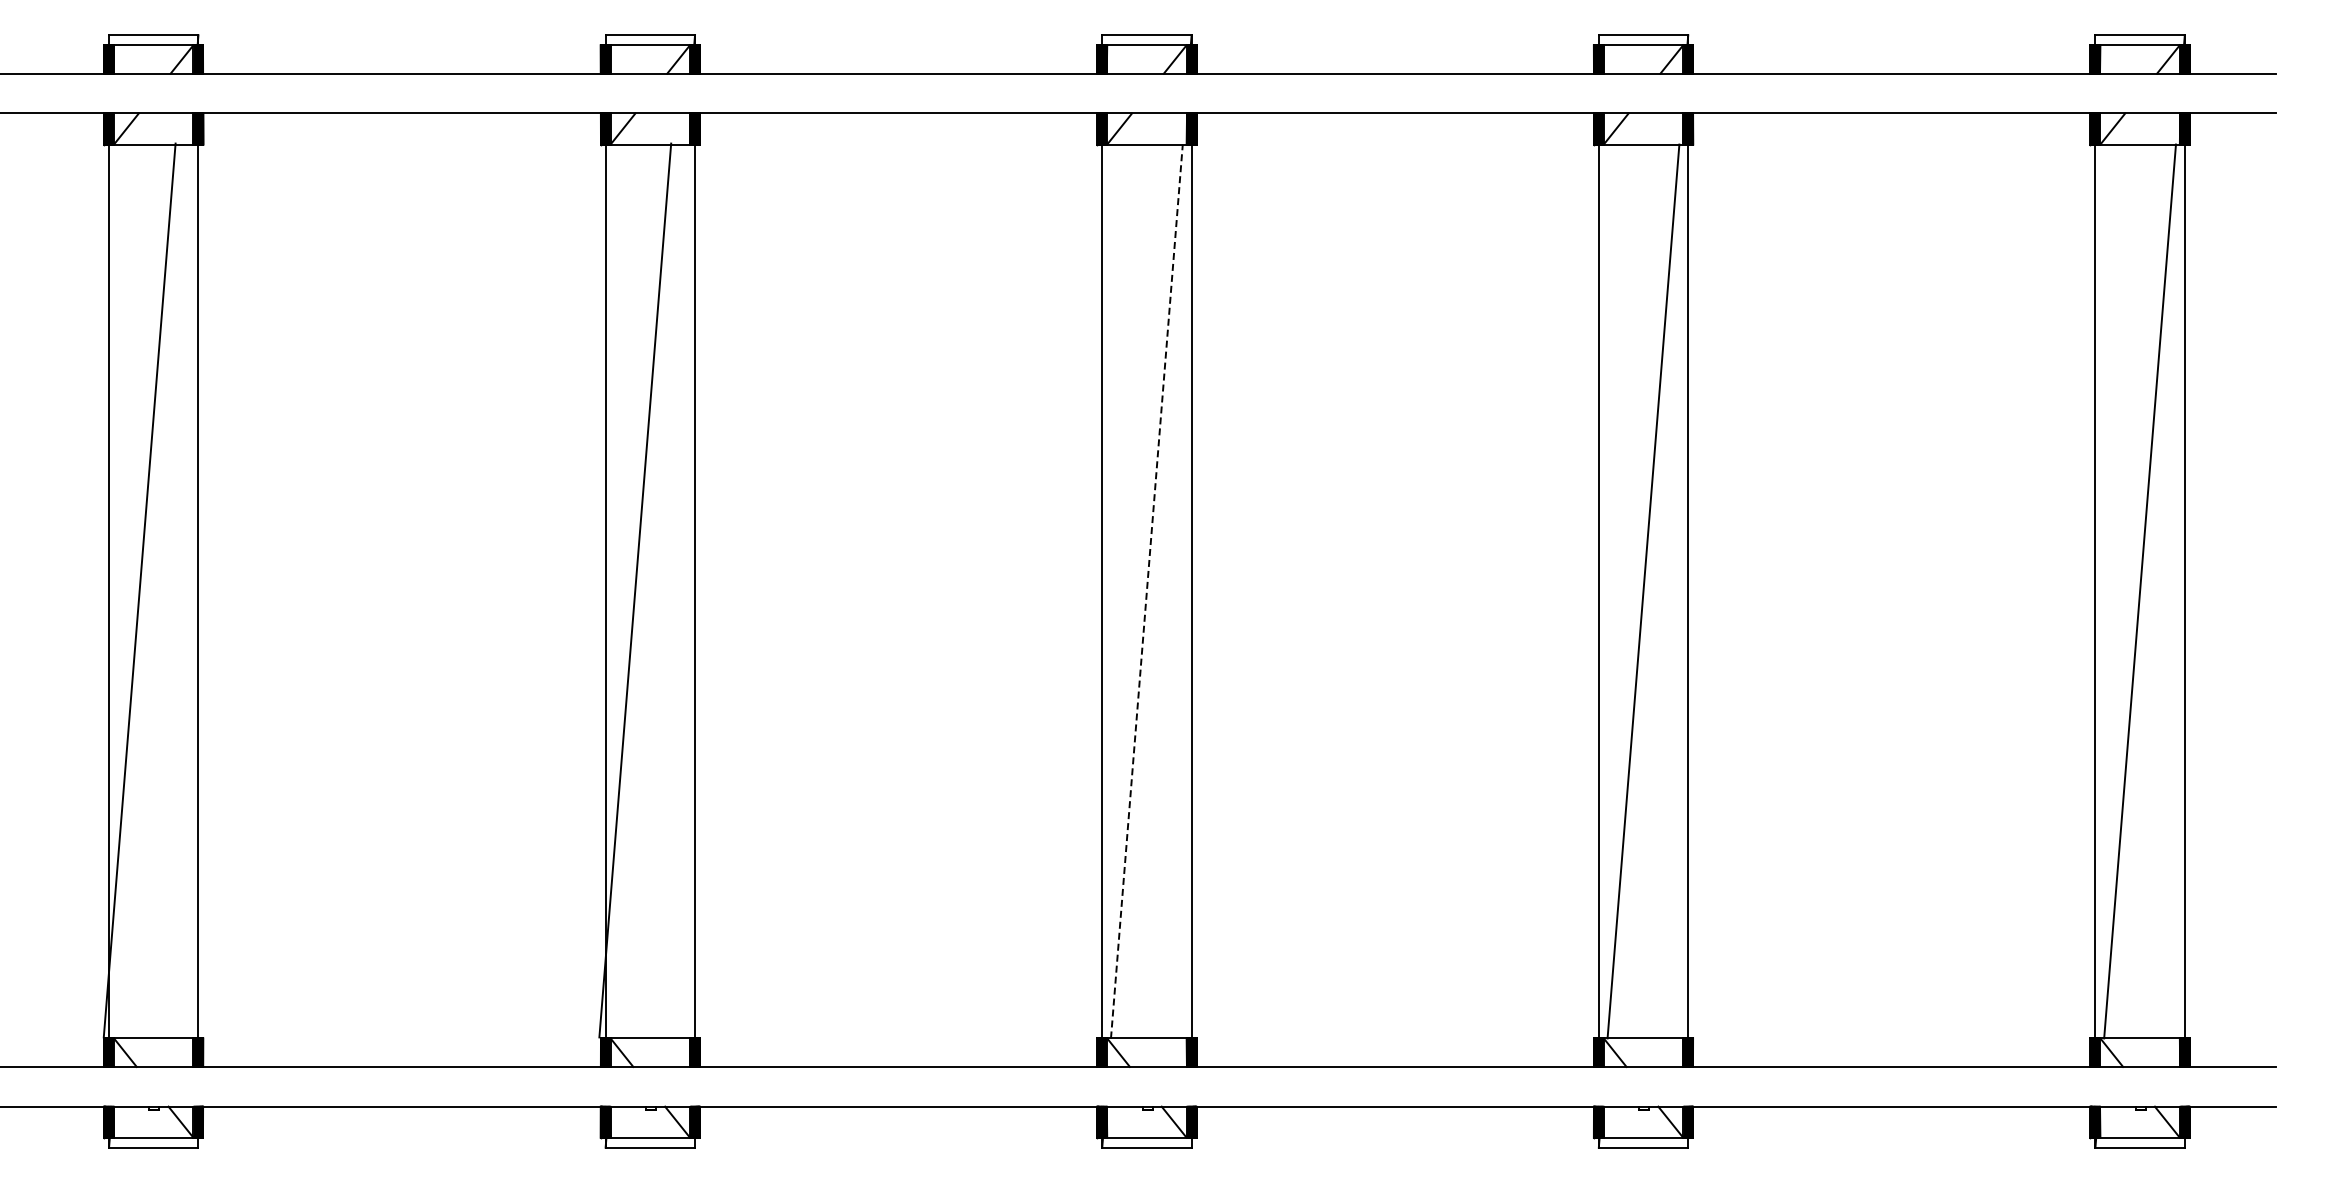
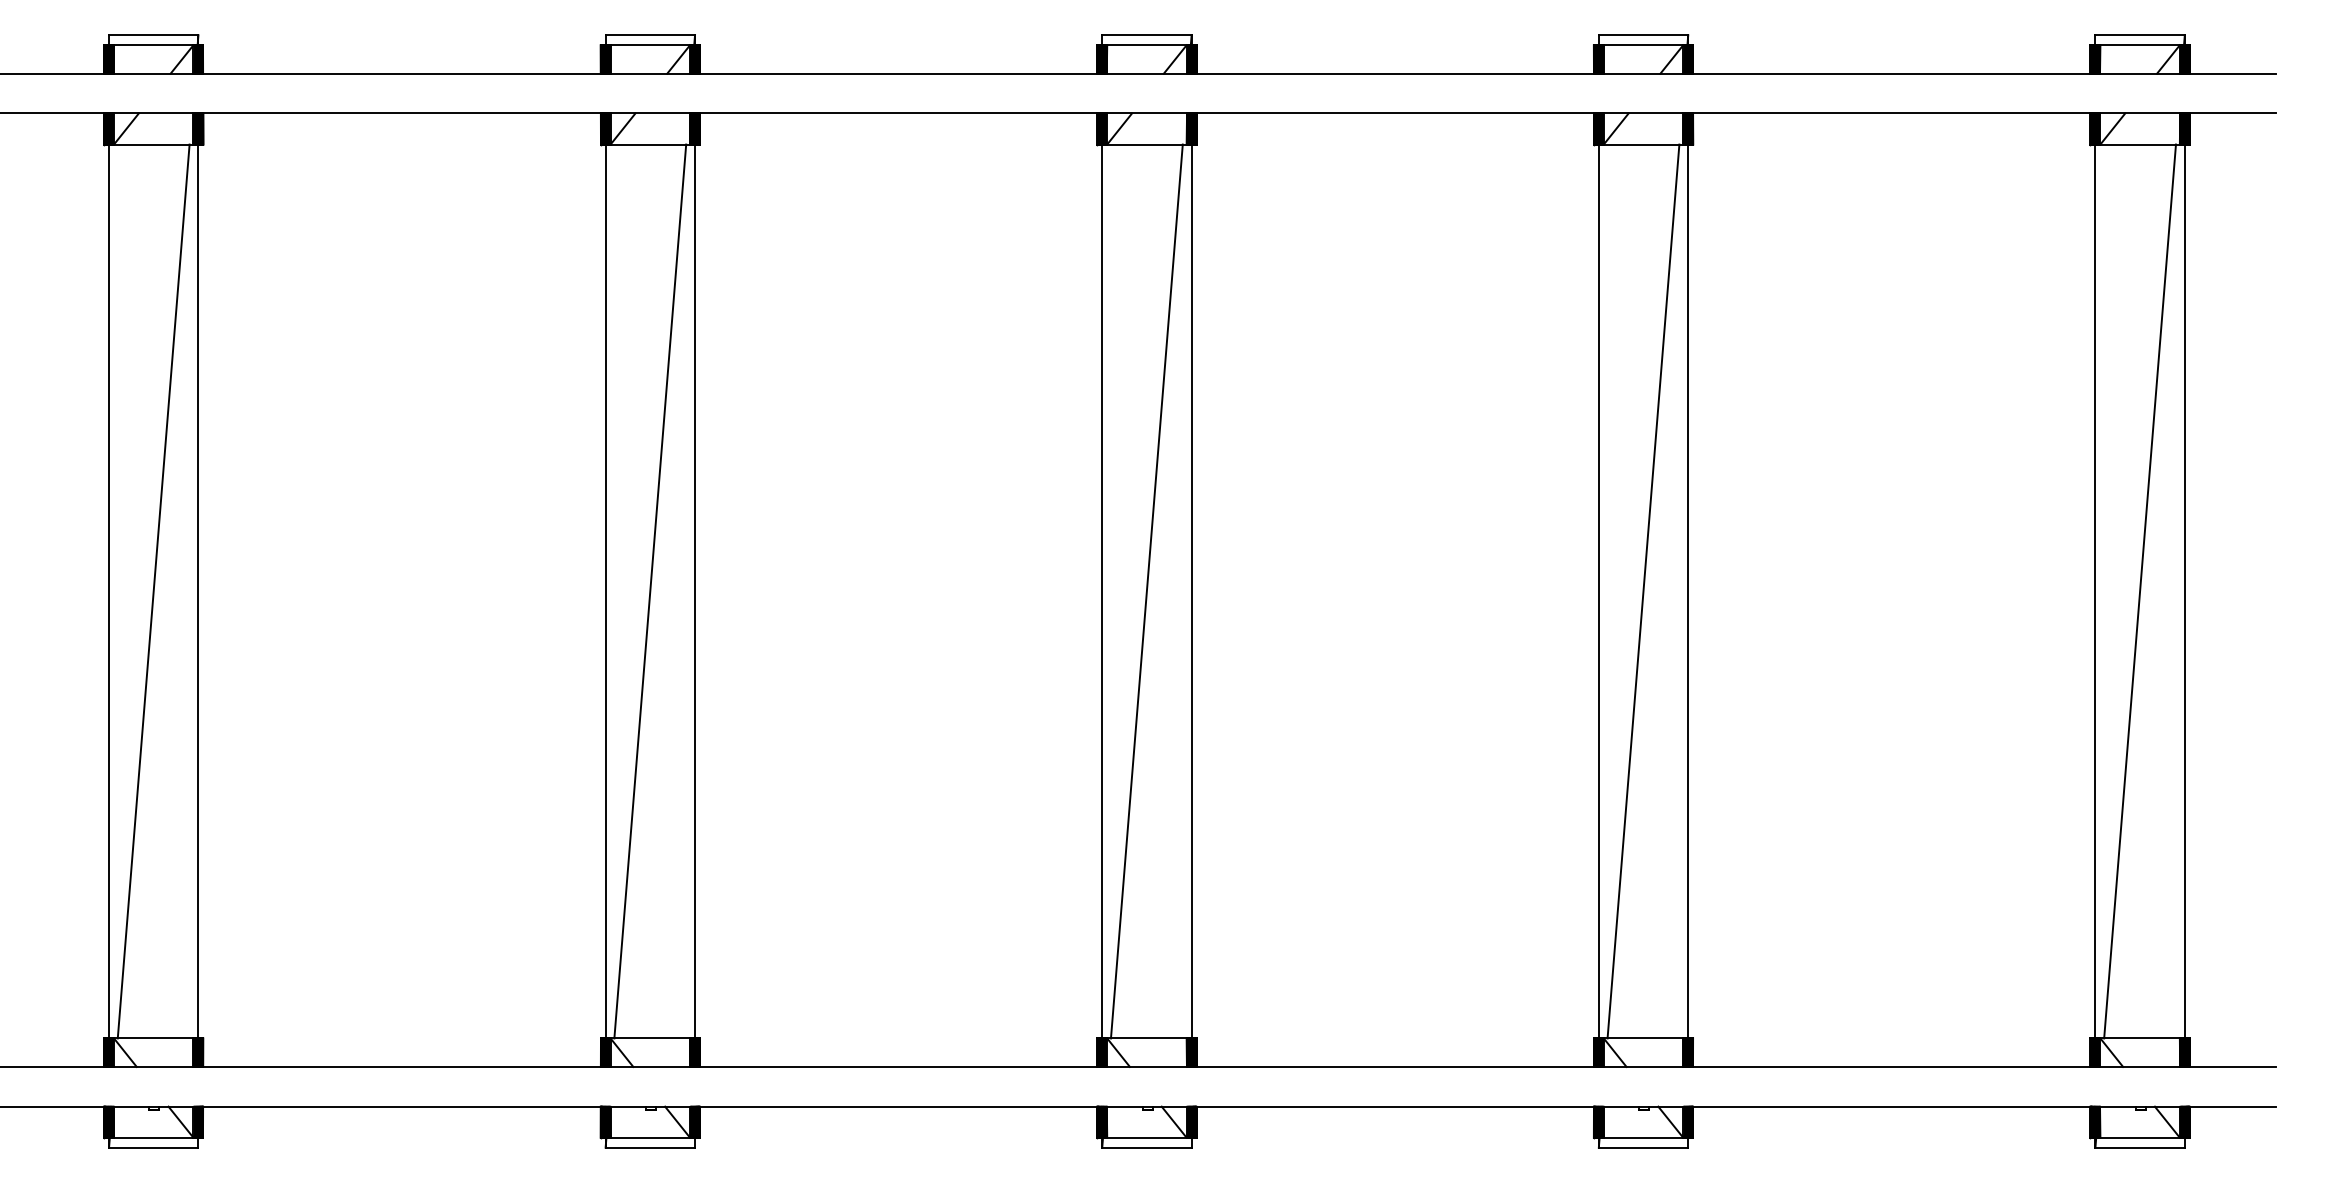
line at (139, 590) position: (139, 590) -> (153, 591)
line at (635, 590) position: (635, 590) -> (650, 591)
line at (1146, 591): dashed -> solid
